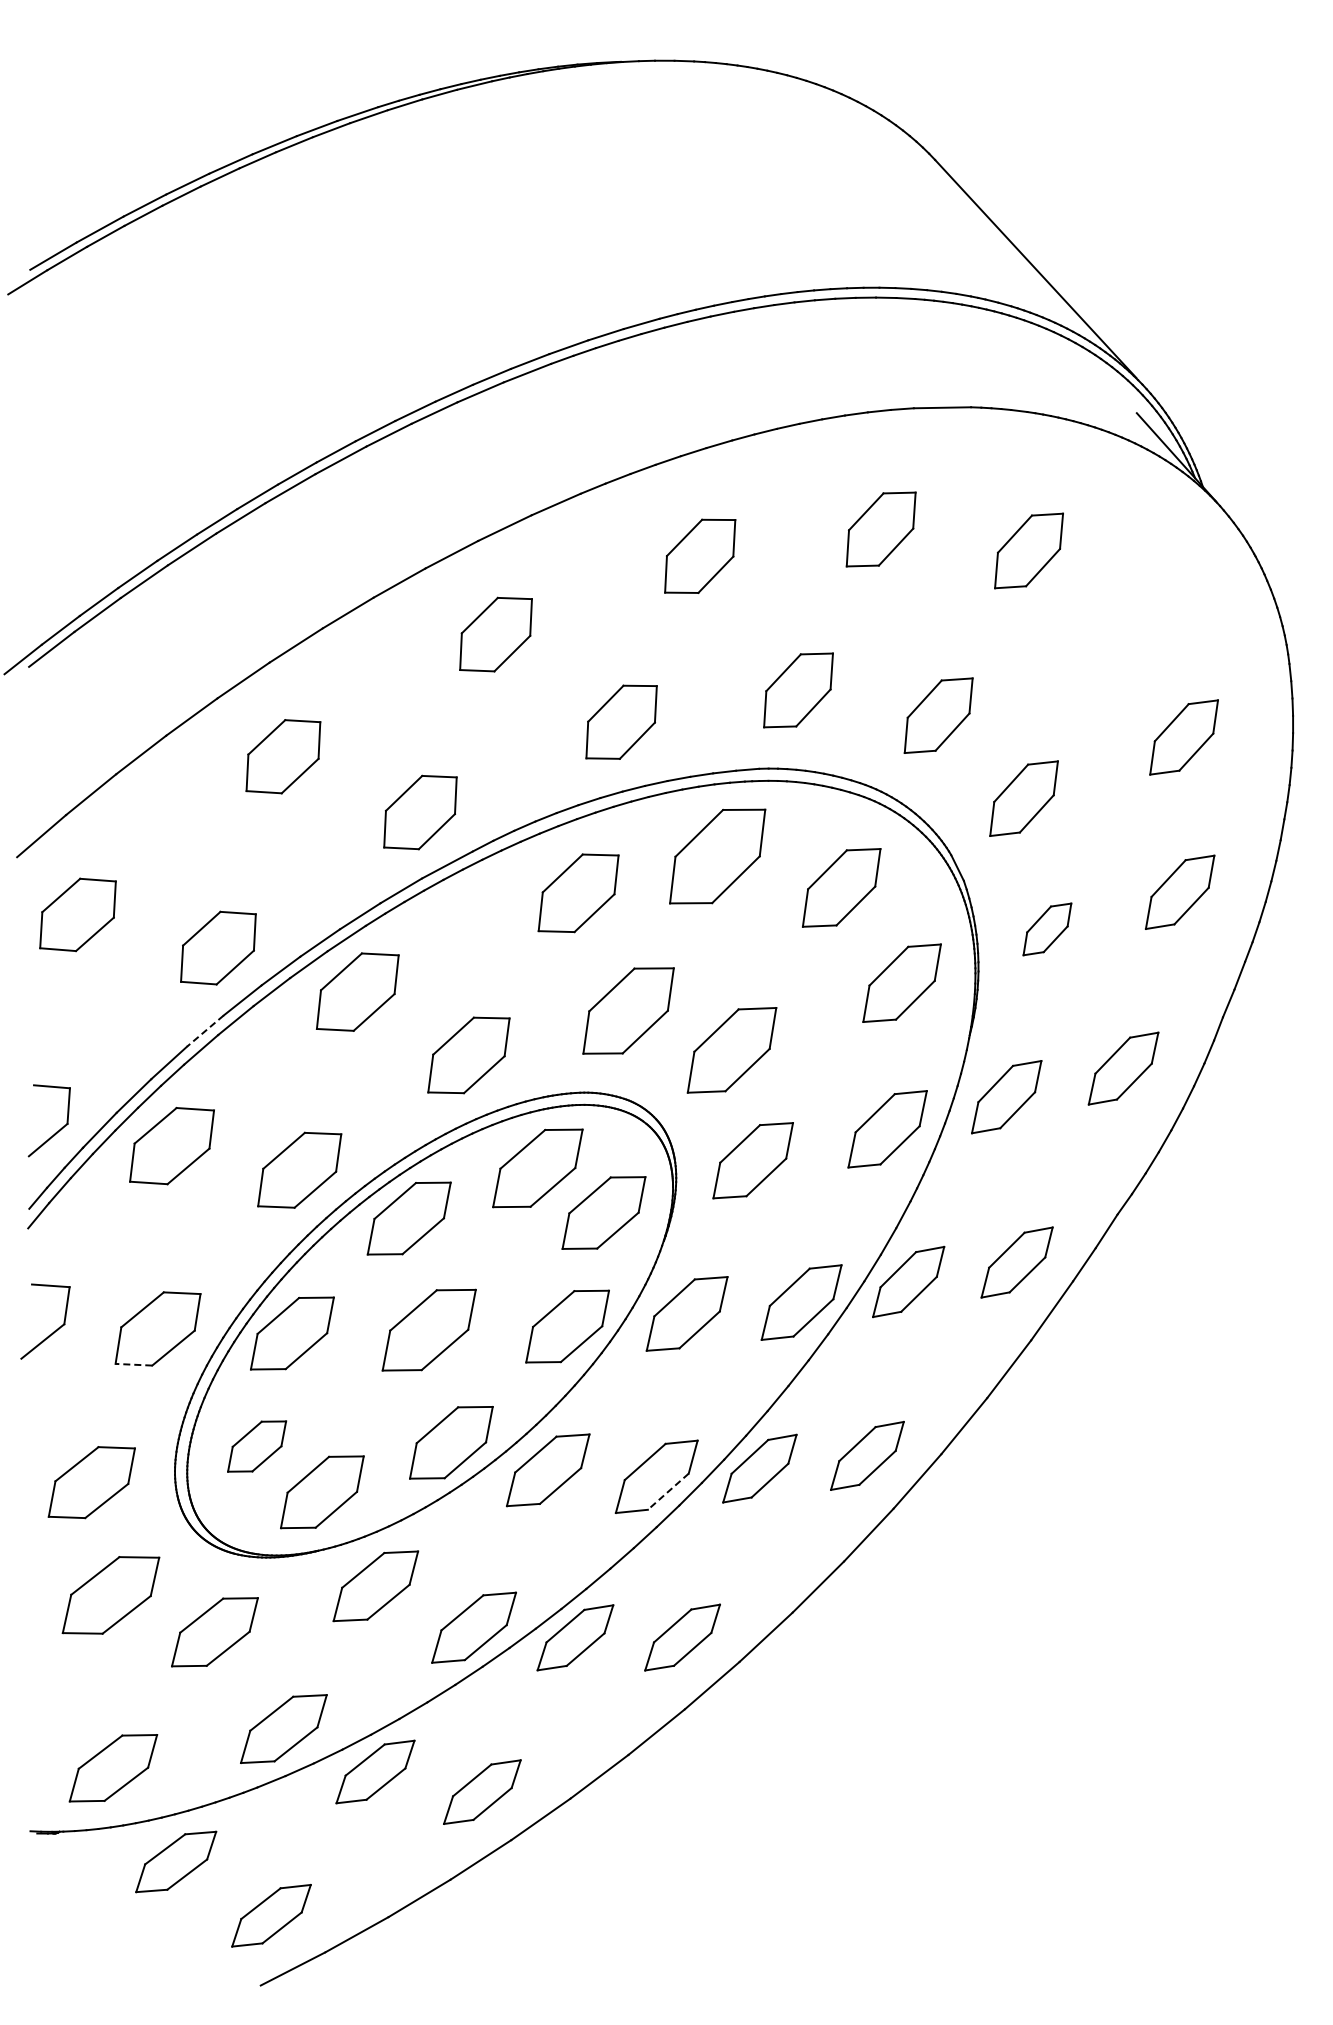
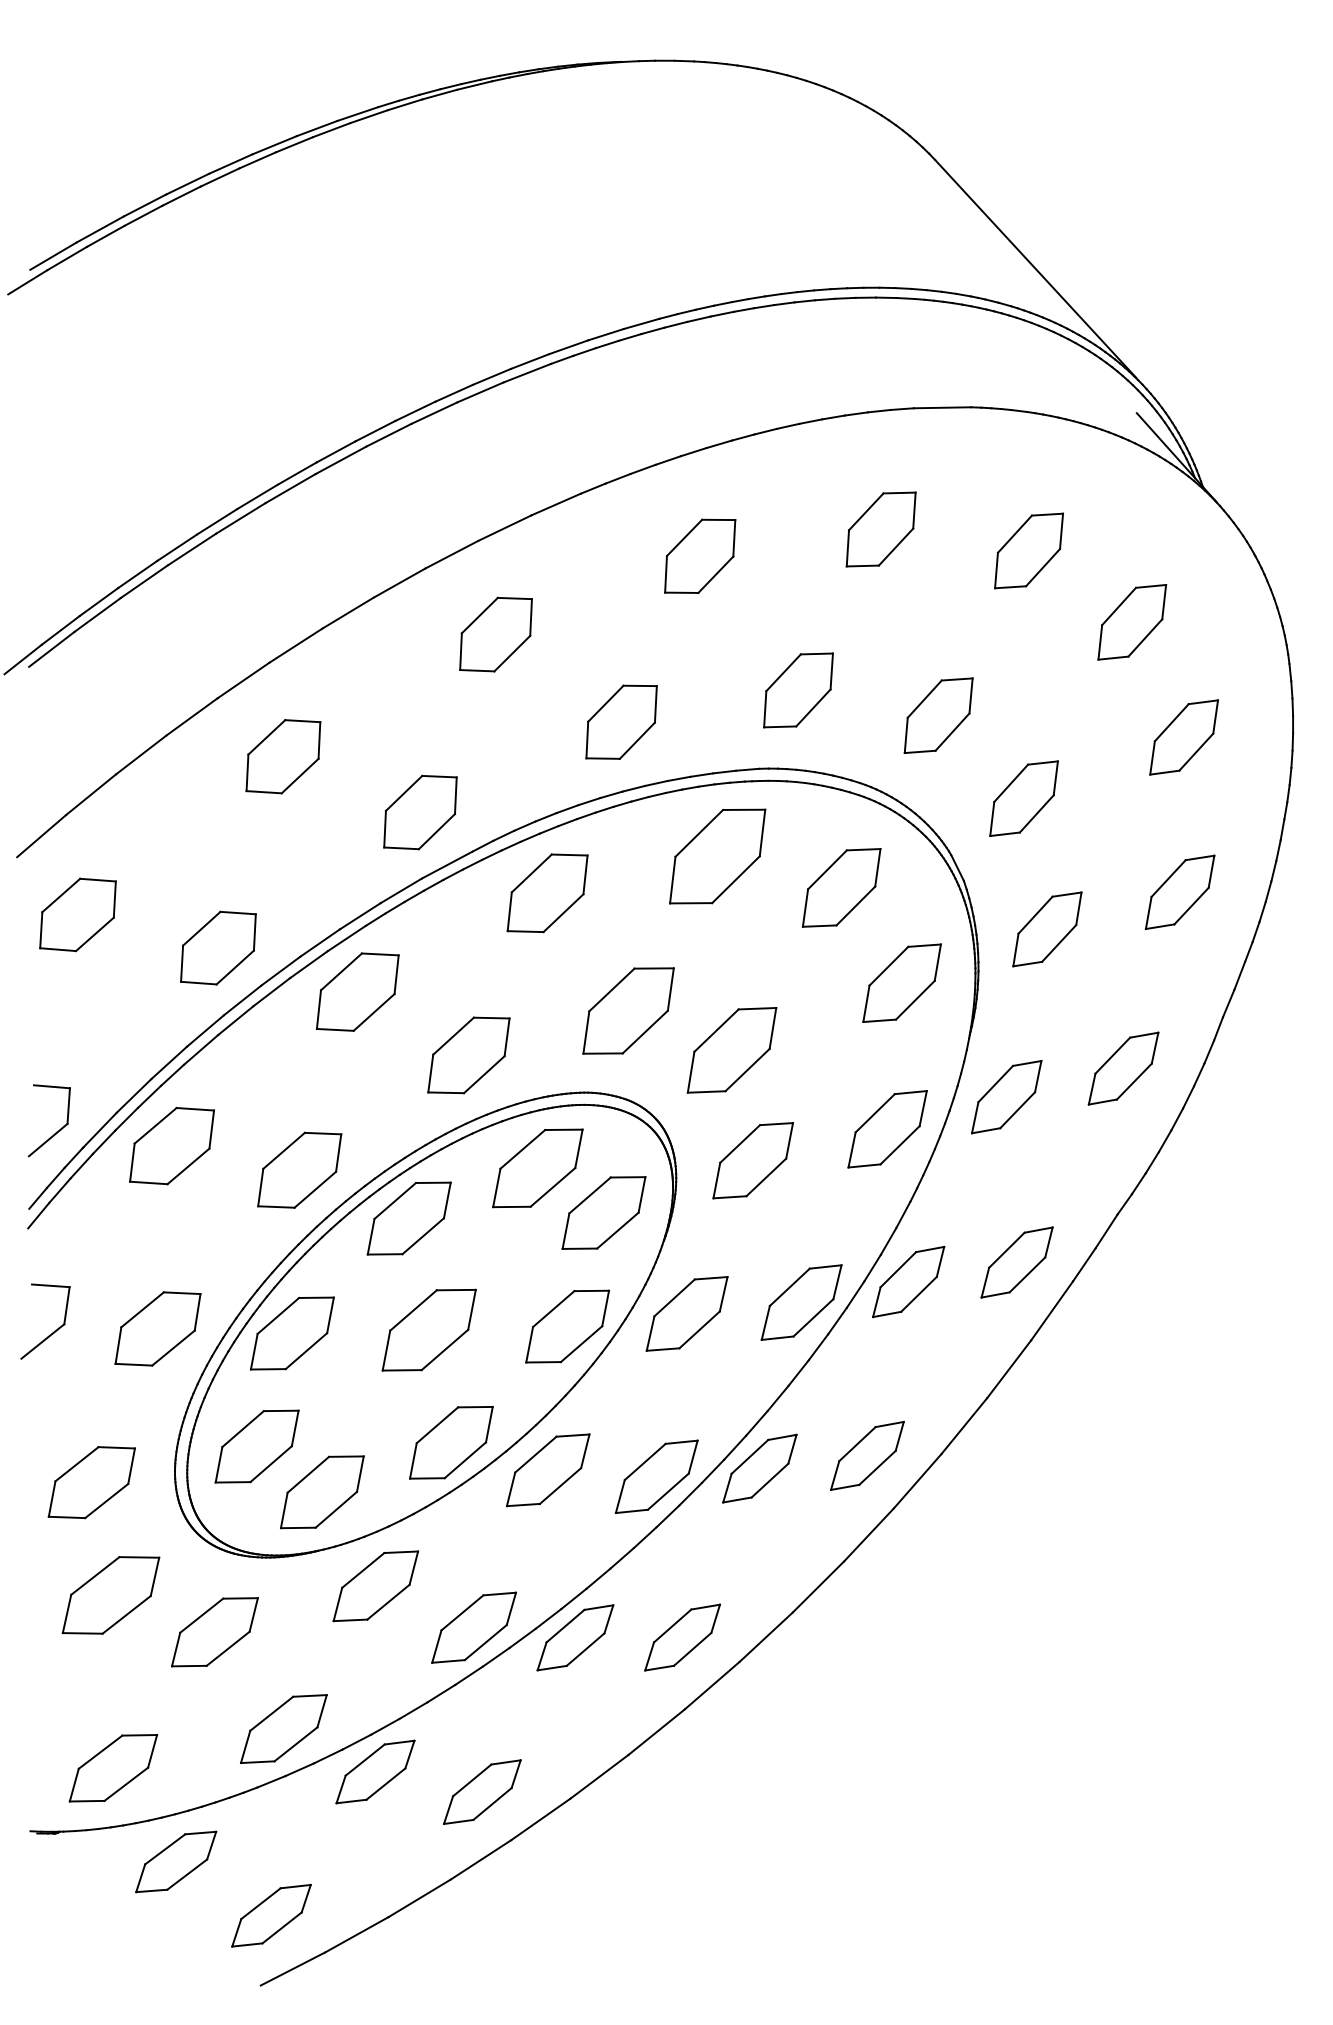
part at (1132, 622): none -> present
part at (578, 893) position: (578, 893) -> (547, 893)
part at (1047, 929) size: 51x55 px -> 71x77 px
line at (205, 1031): dashed -> solid
line at (133, 1364): dashed -> solid
part at (257, 1446) size: 61x53 px -> 86x75 px
line at (667, 1492): dashed -> solid
